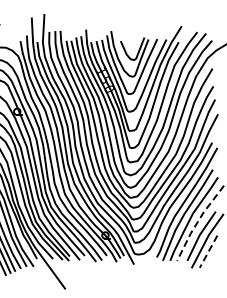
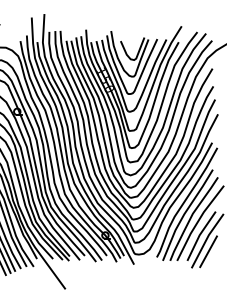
line at (197, 222): dashed -> solid
line at (208, 252): dashed -> solid
